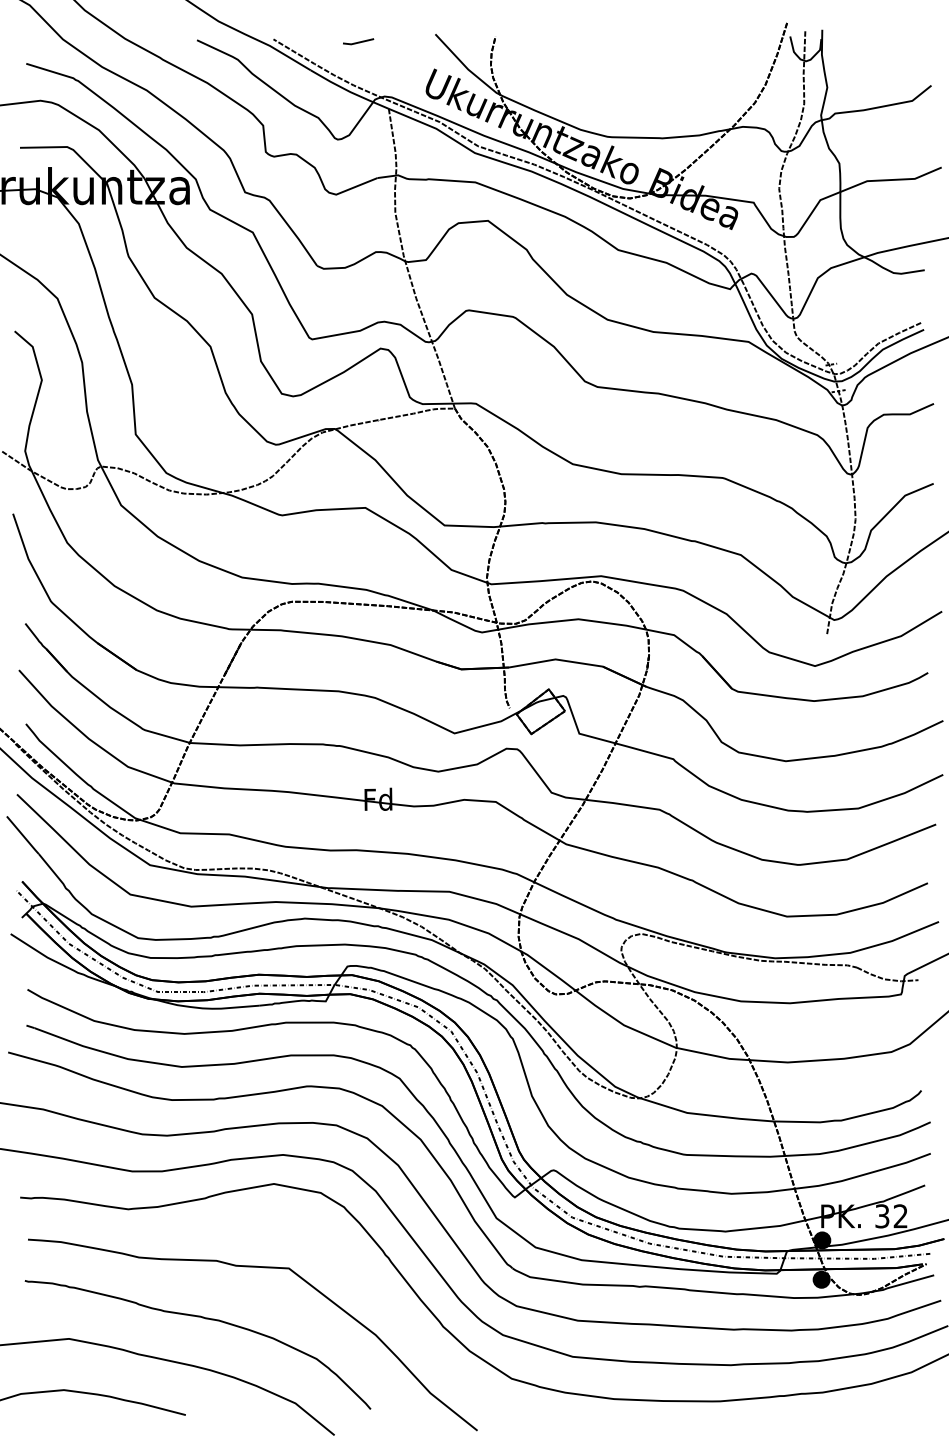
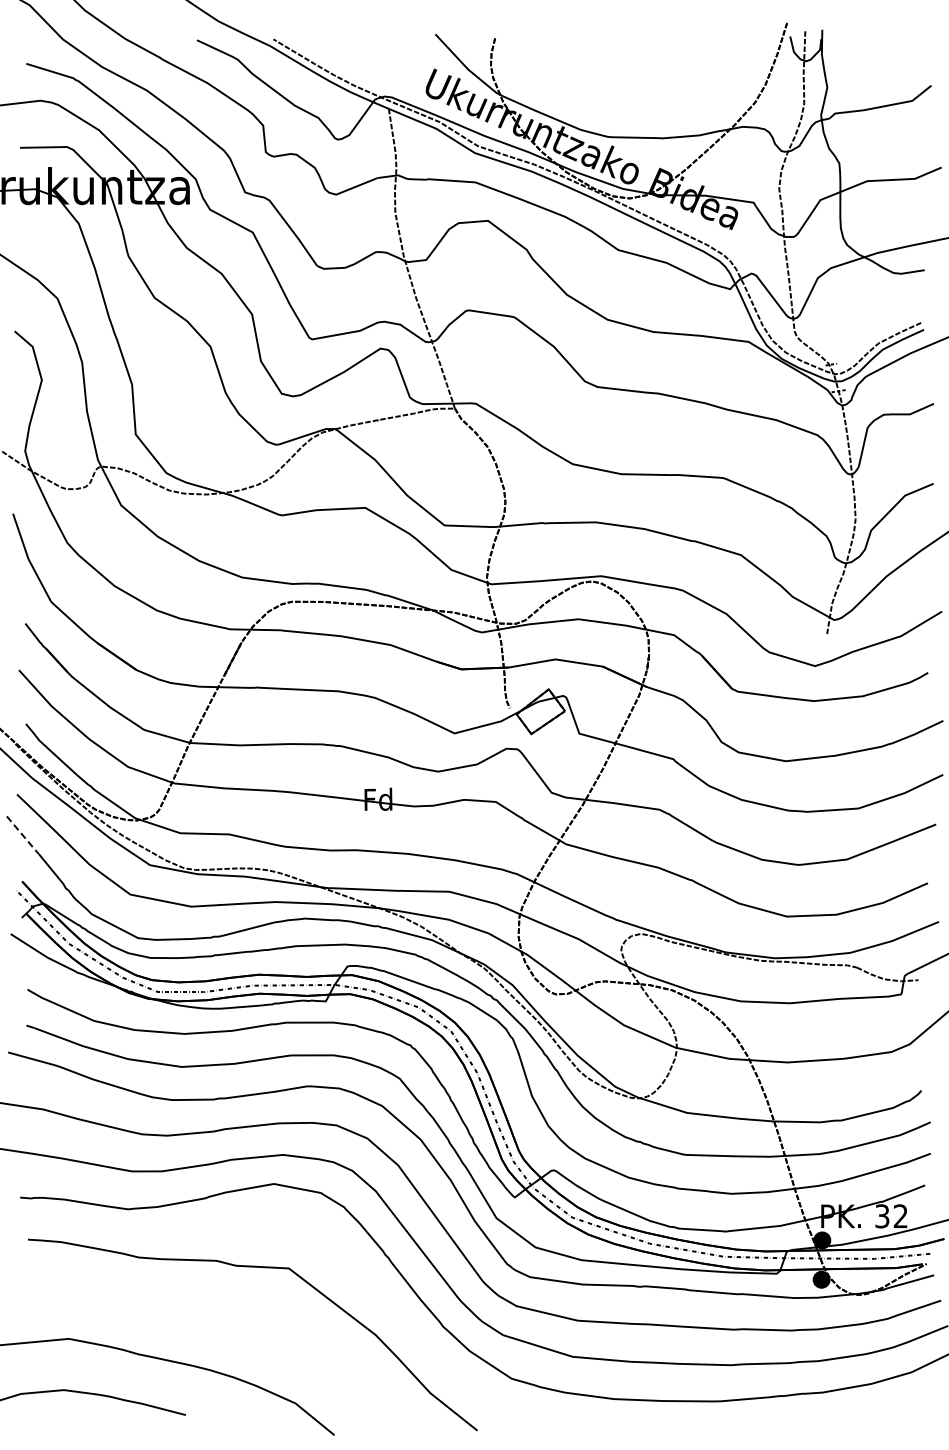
line at (358, 41): present -> none
line at (23, 835): solid -> dashed
curve at (205, 1319): present -> none
